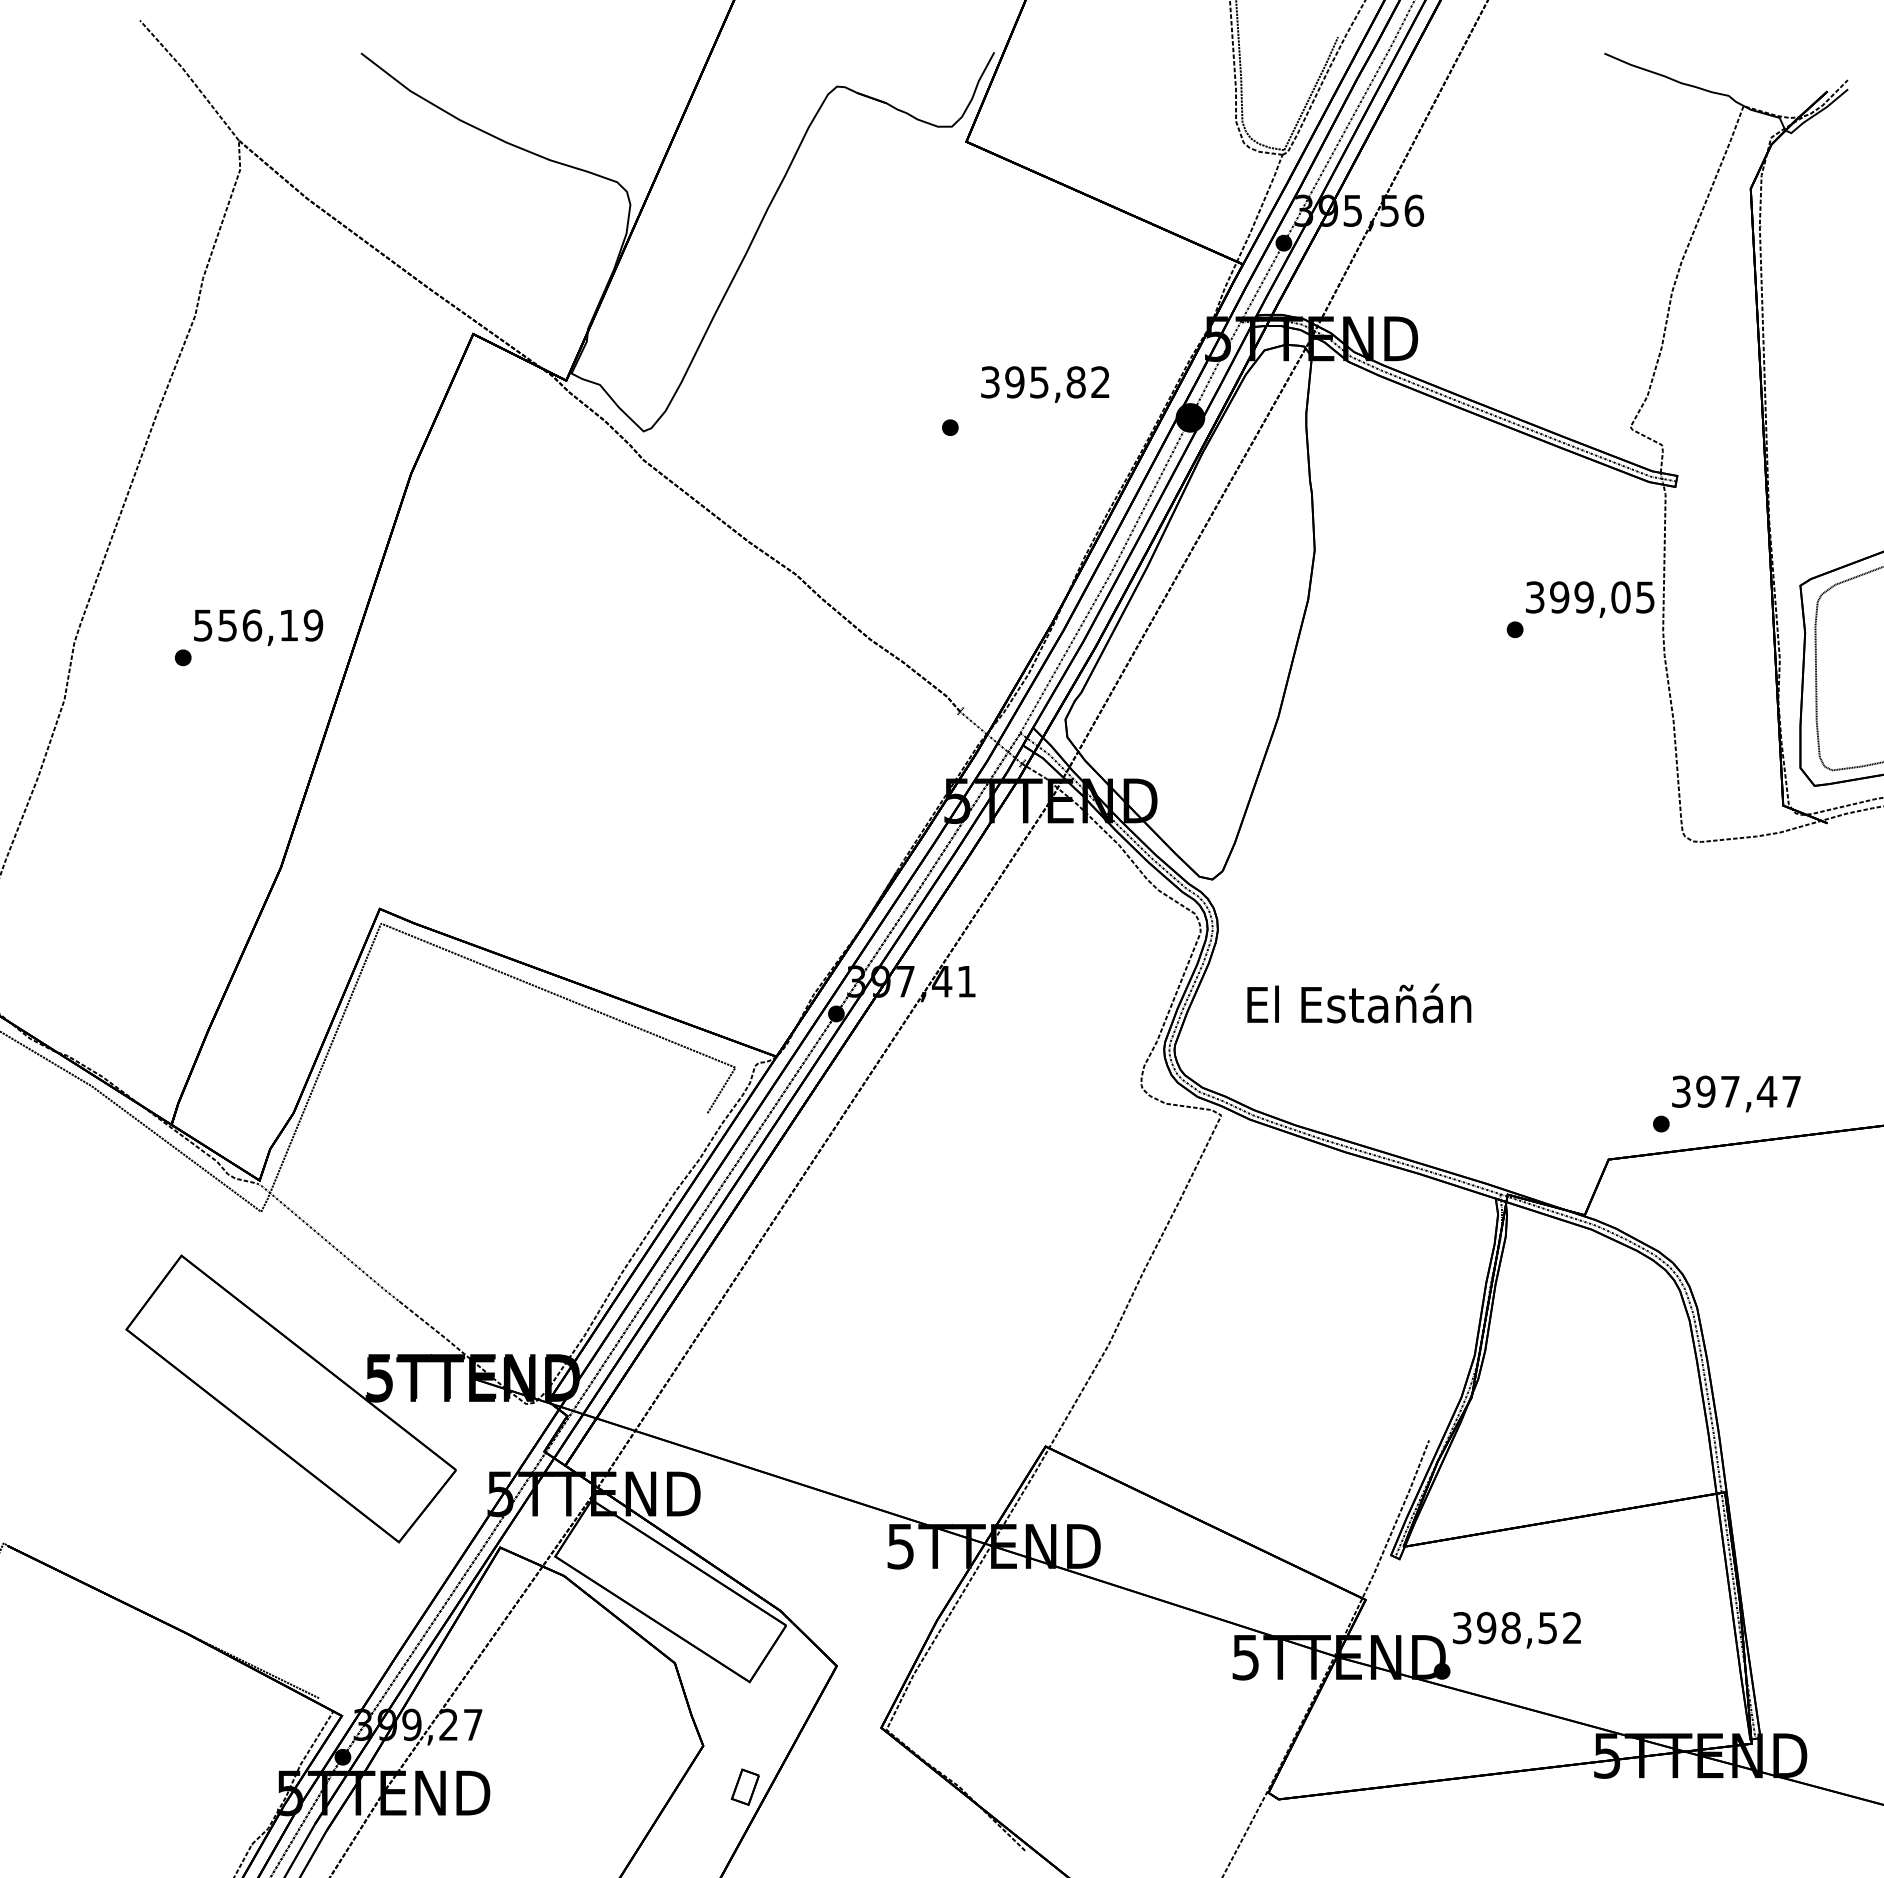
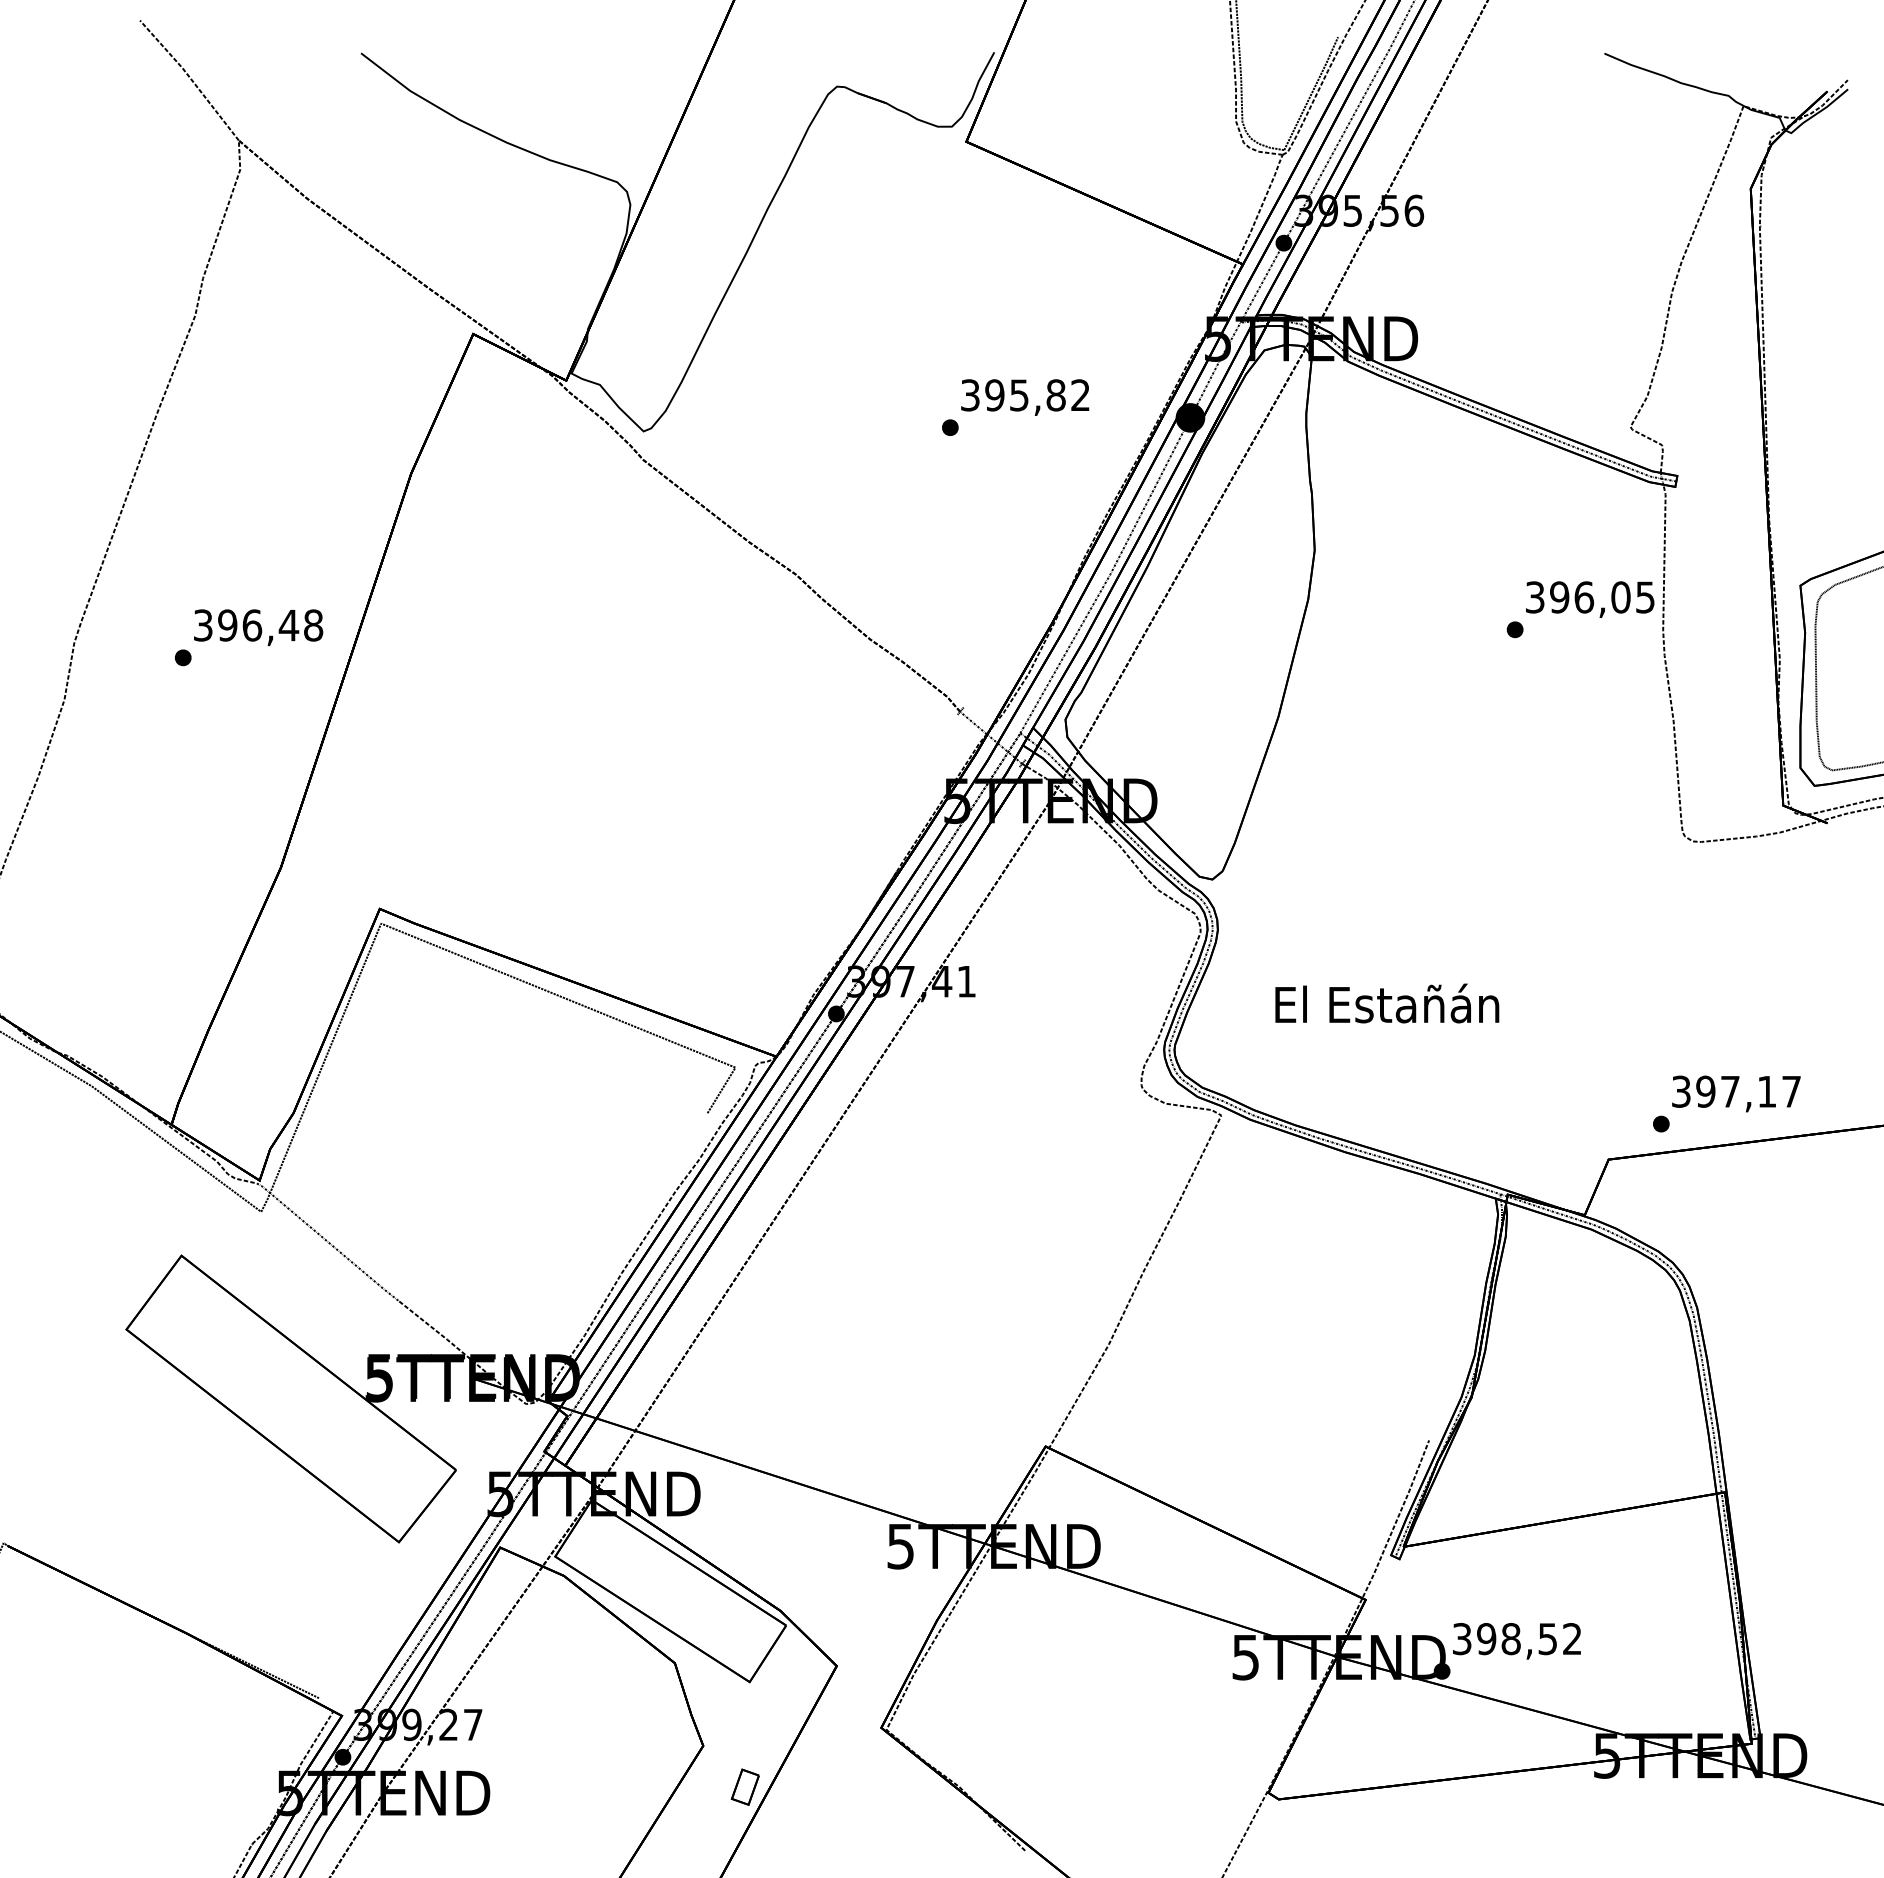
text at (1045, 384) position: (1045, 384) -> (1025, 397)
text at (1584, 597): 399,05 -> 396,05
text at (258, 625): 556,19 -> 396,48
text at (1359, 1003) position: (1359, 1003) -> (1387, 1003)
text at (1766, 1091): 397,47 -> 397,17
text at (1516, 1630) position: (1516, 1630) -> (1516, 1641)
